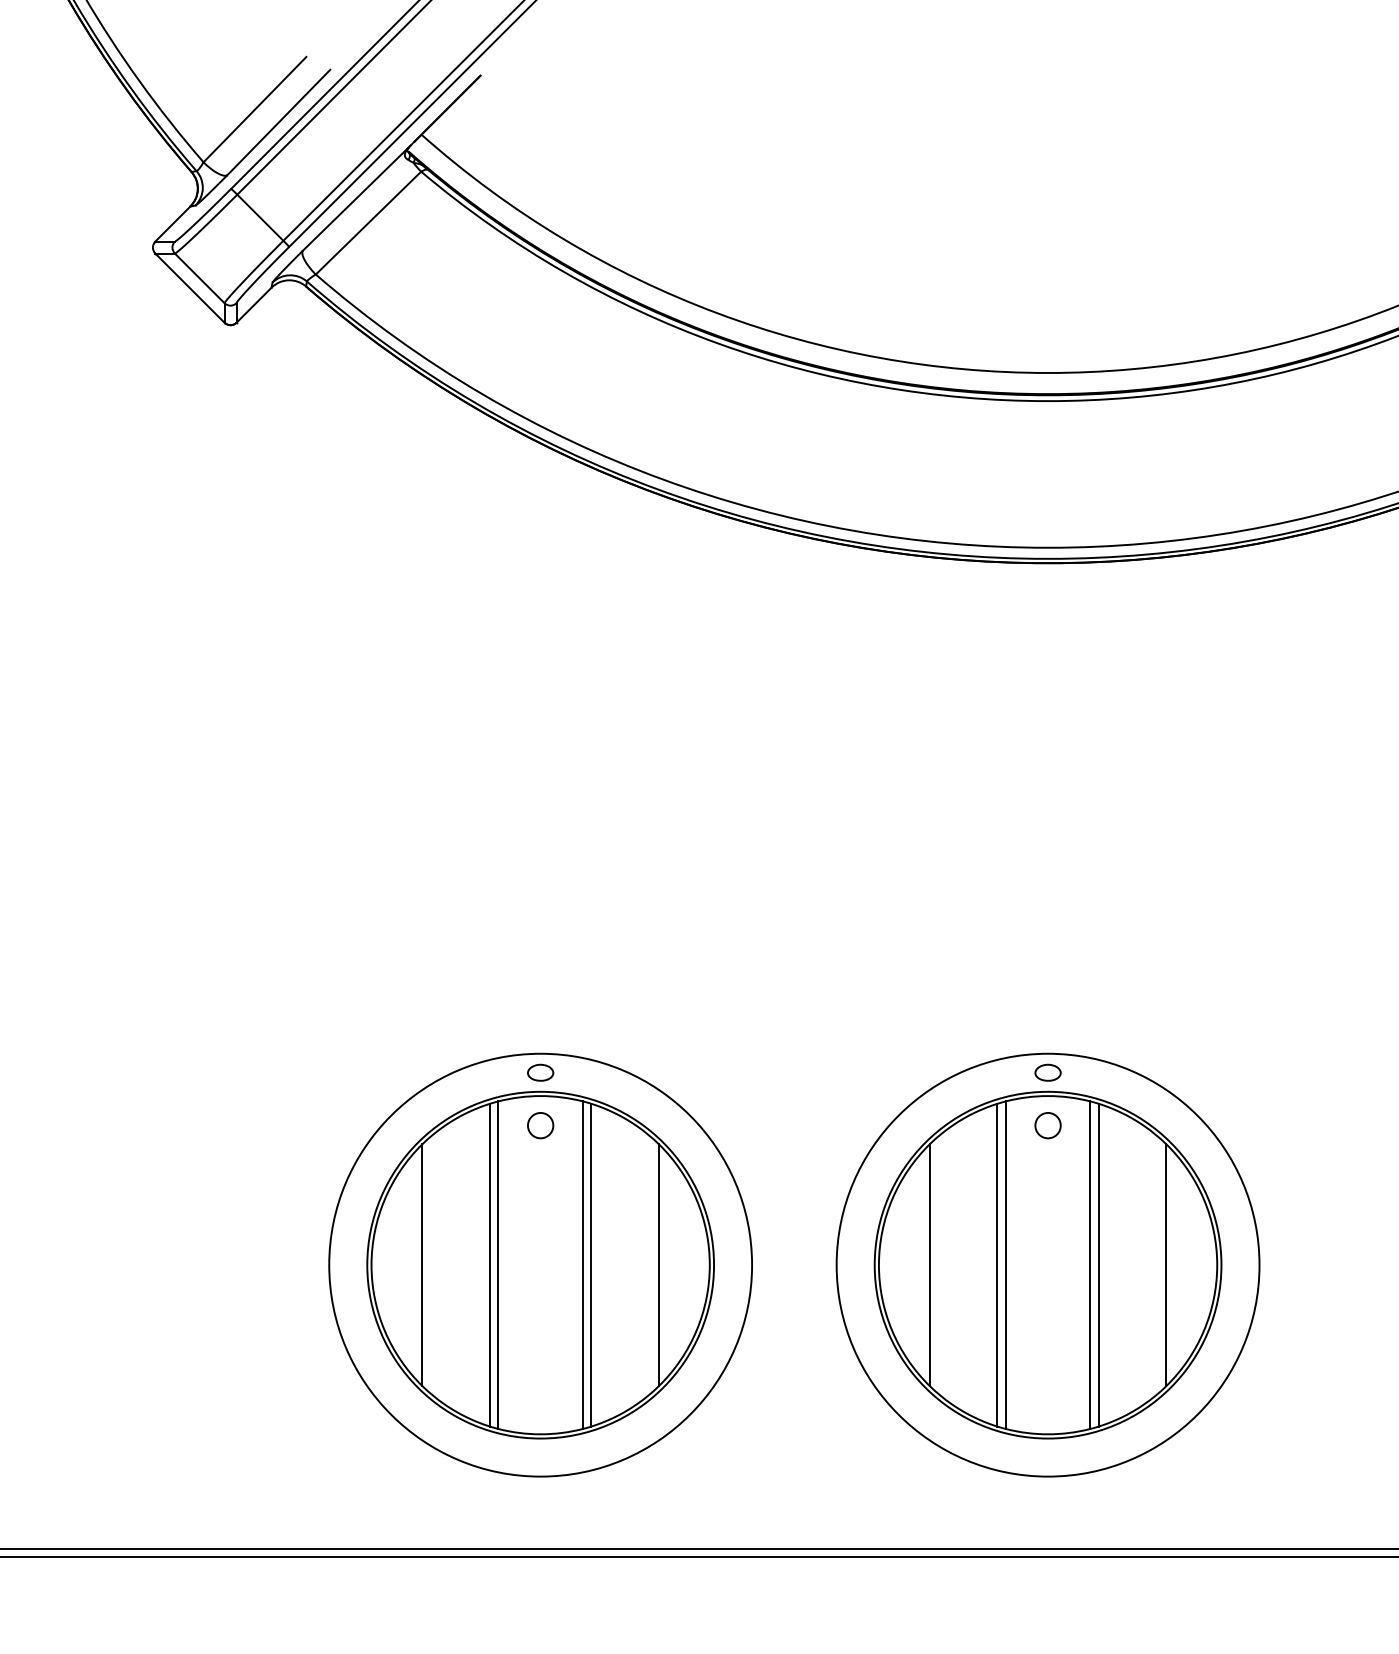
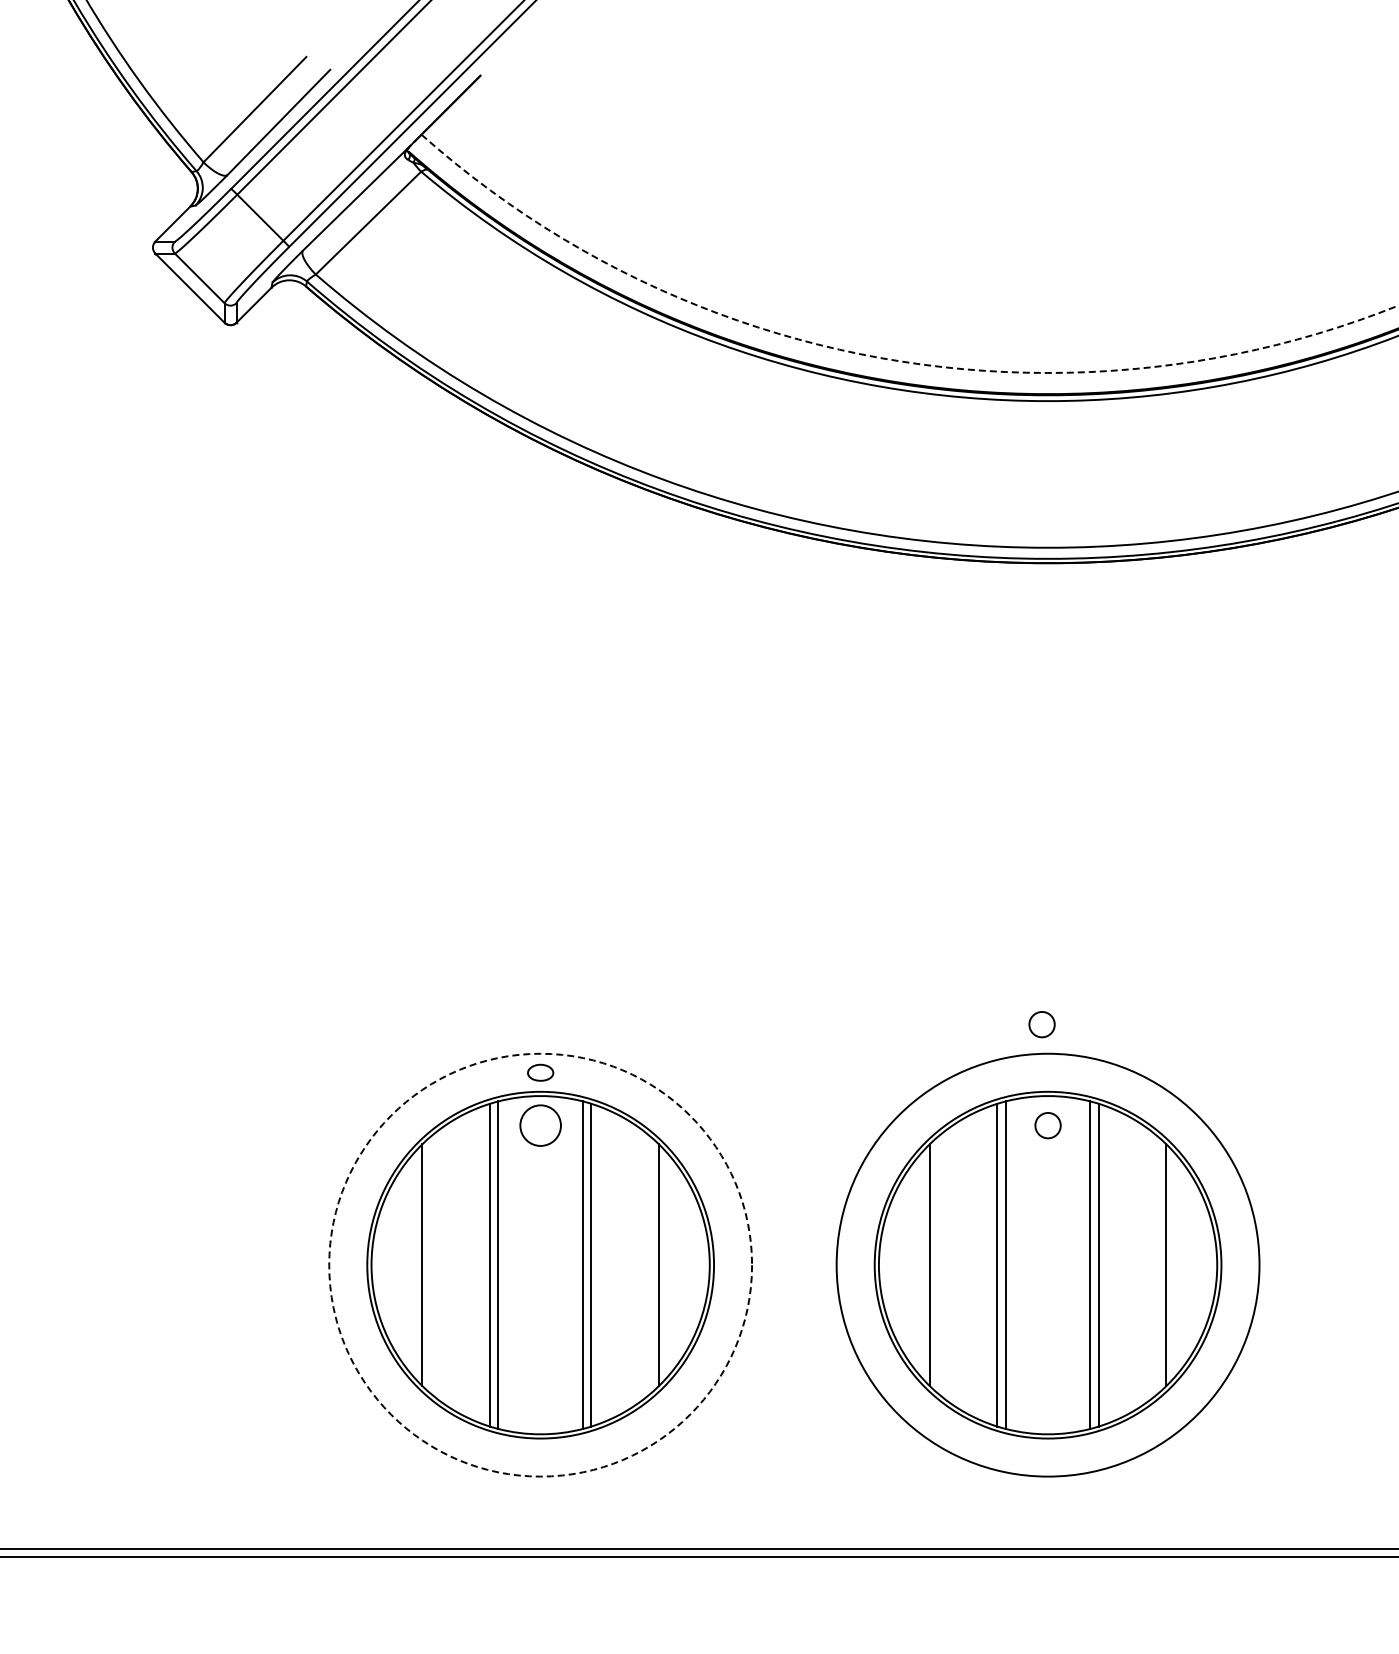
arc at (886, 359): solid -> dashed
circle at (1041, 1024): none -> present
part at (1047, 1072): present -> none
circle at (540, 1125) diameter: 25 px -> 41 px
circle at (540, 1264): solid -> dashed
